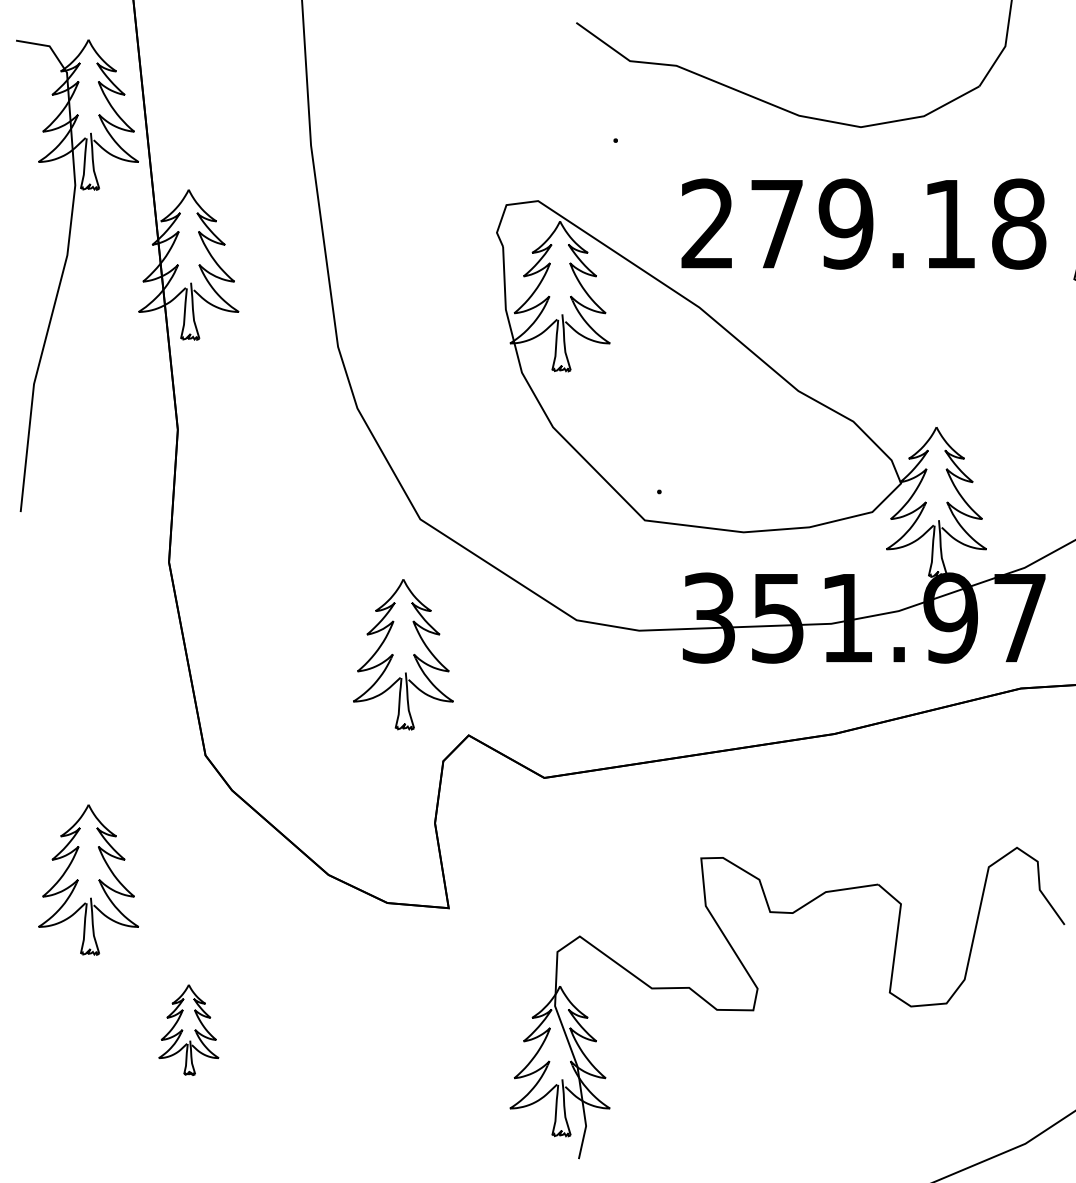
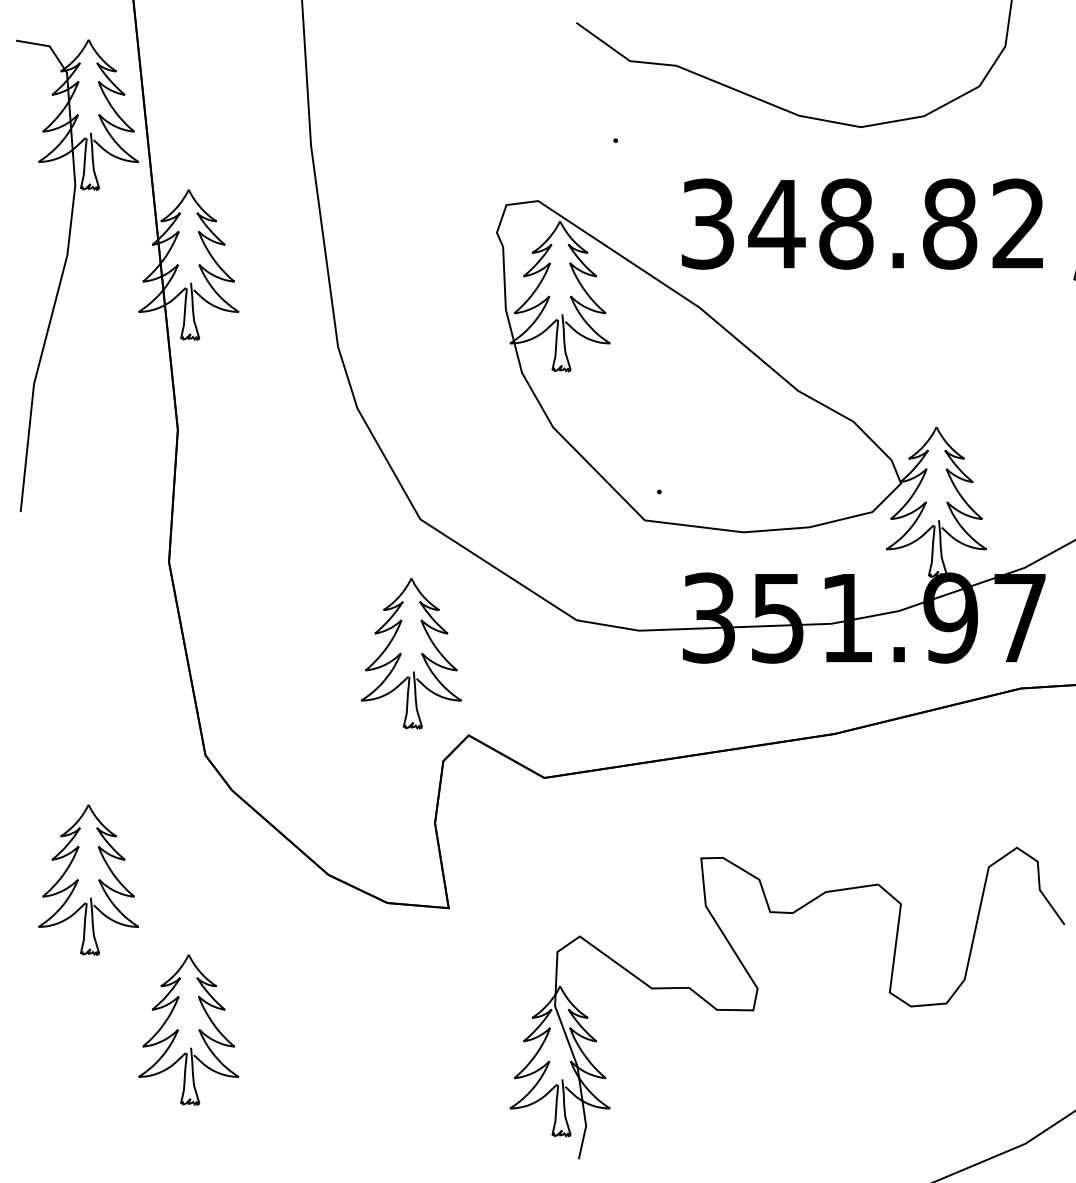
text at (863, 223): 279.18 -> 348.82
part at (403, 654) position: (403, 654) -> (411, 653)
part at (188, 1029) size: 62x92 px -> 102x152 px
